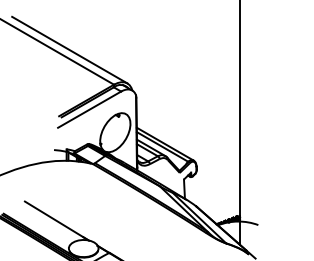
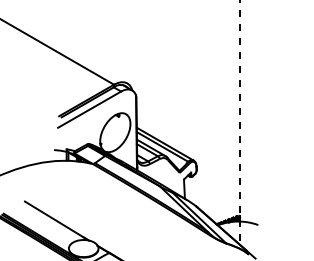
line at (69, 49): present -> none
line at (239, 122): solid -> dashed
